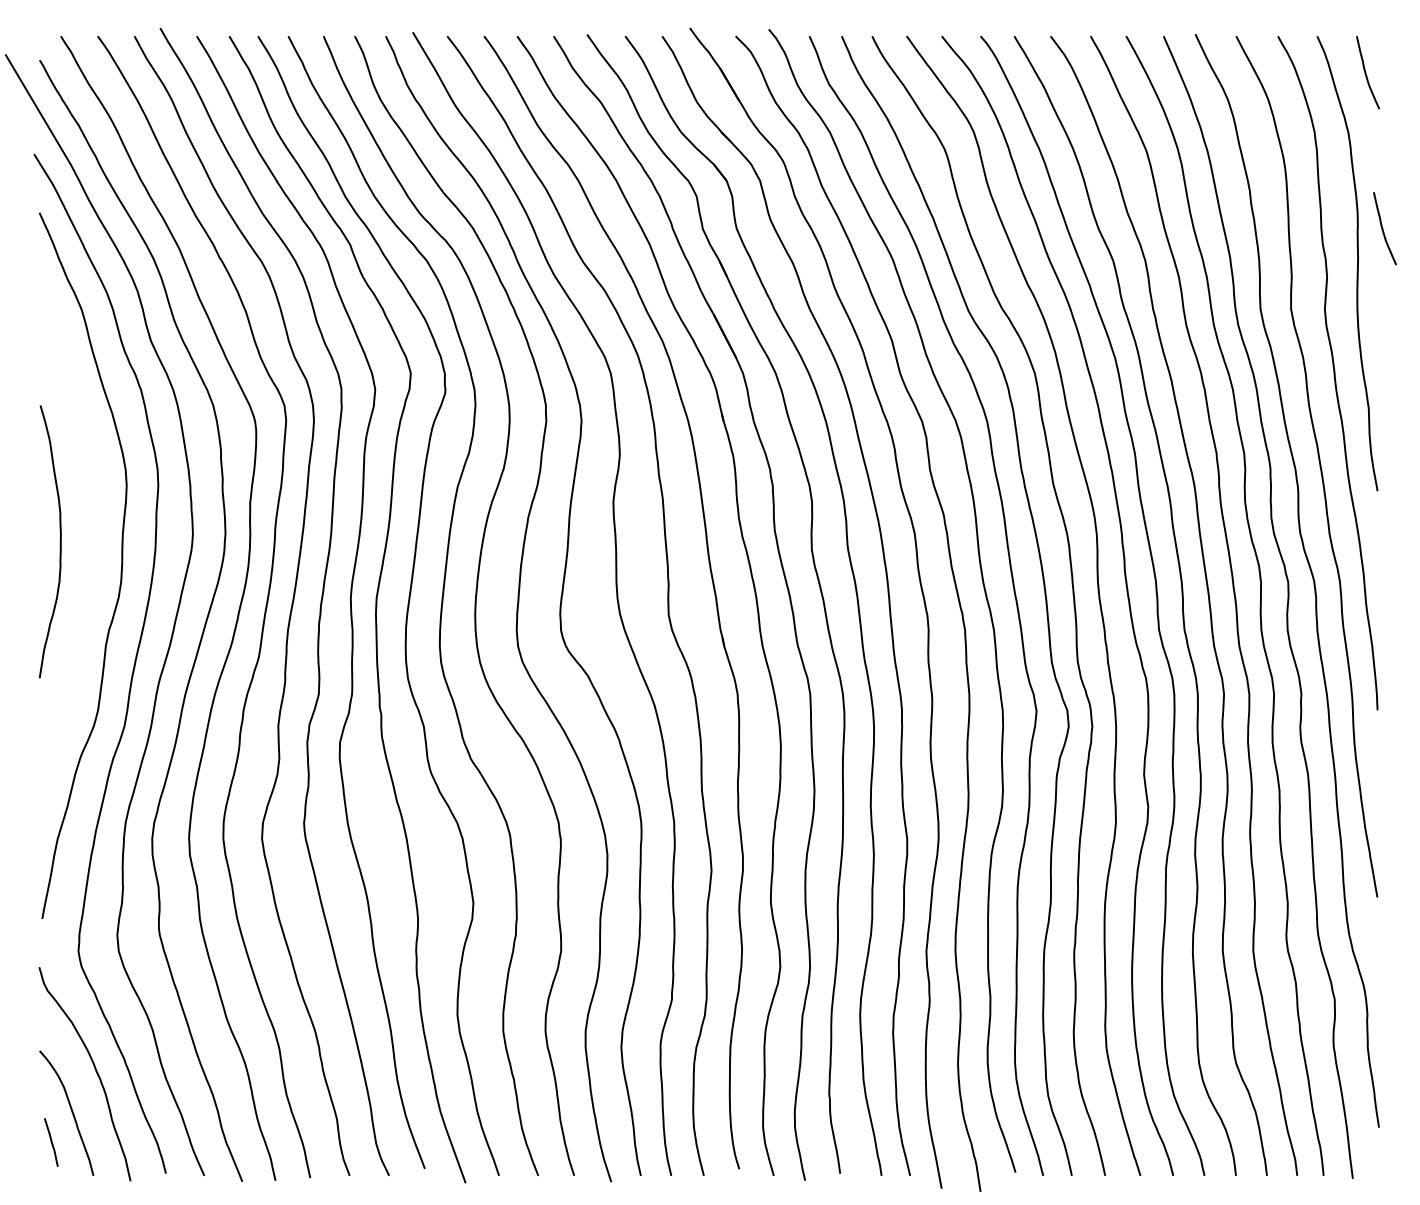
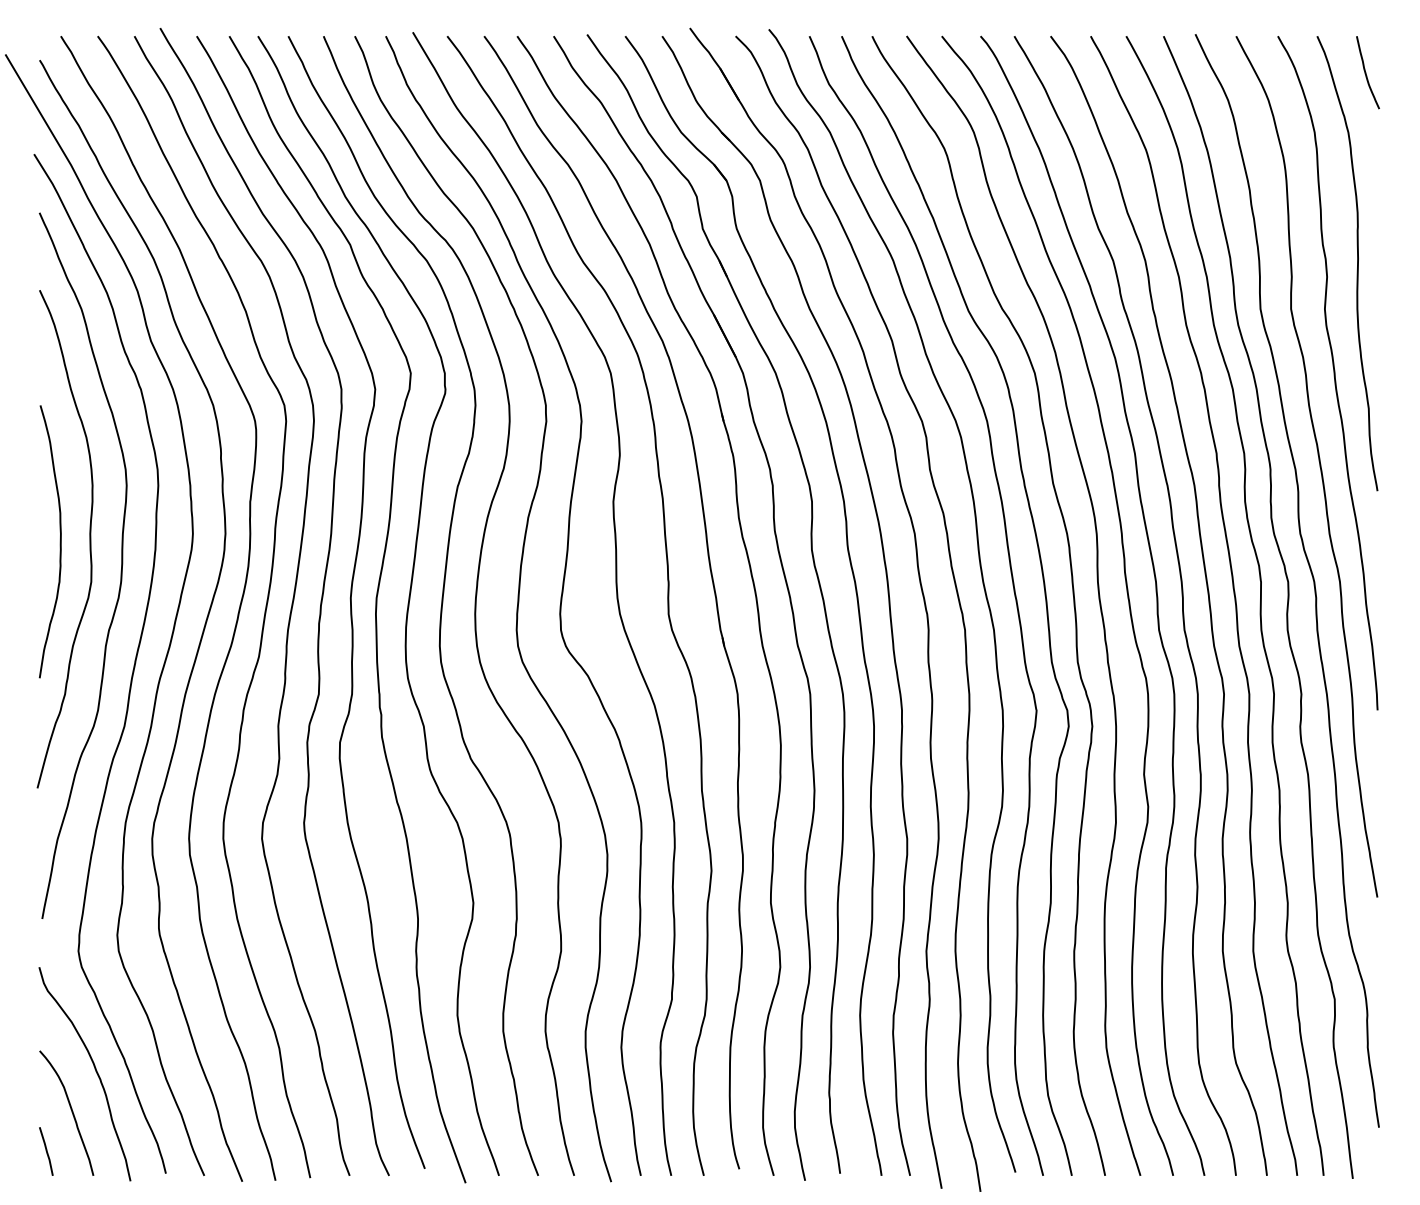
curve at (1383, 228): present -> none
curve at (89, 539): none -> present
line at (51, 1142) position: (51, 1142) -> (46, 1151)
